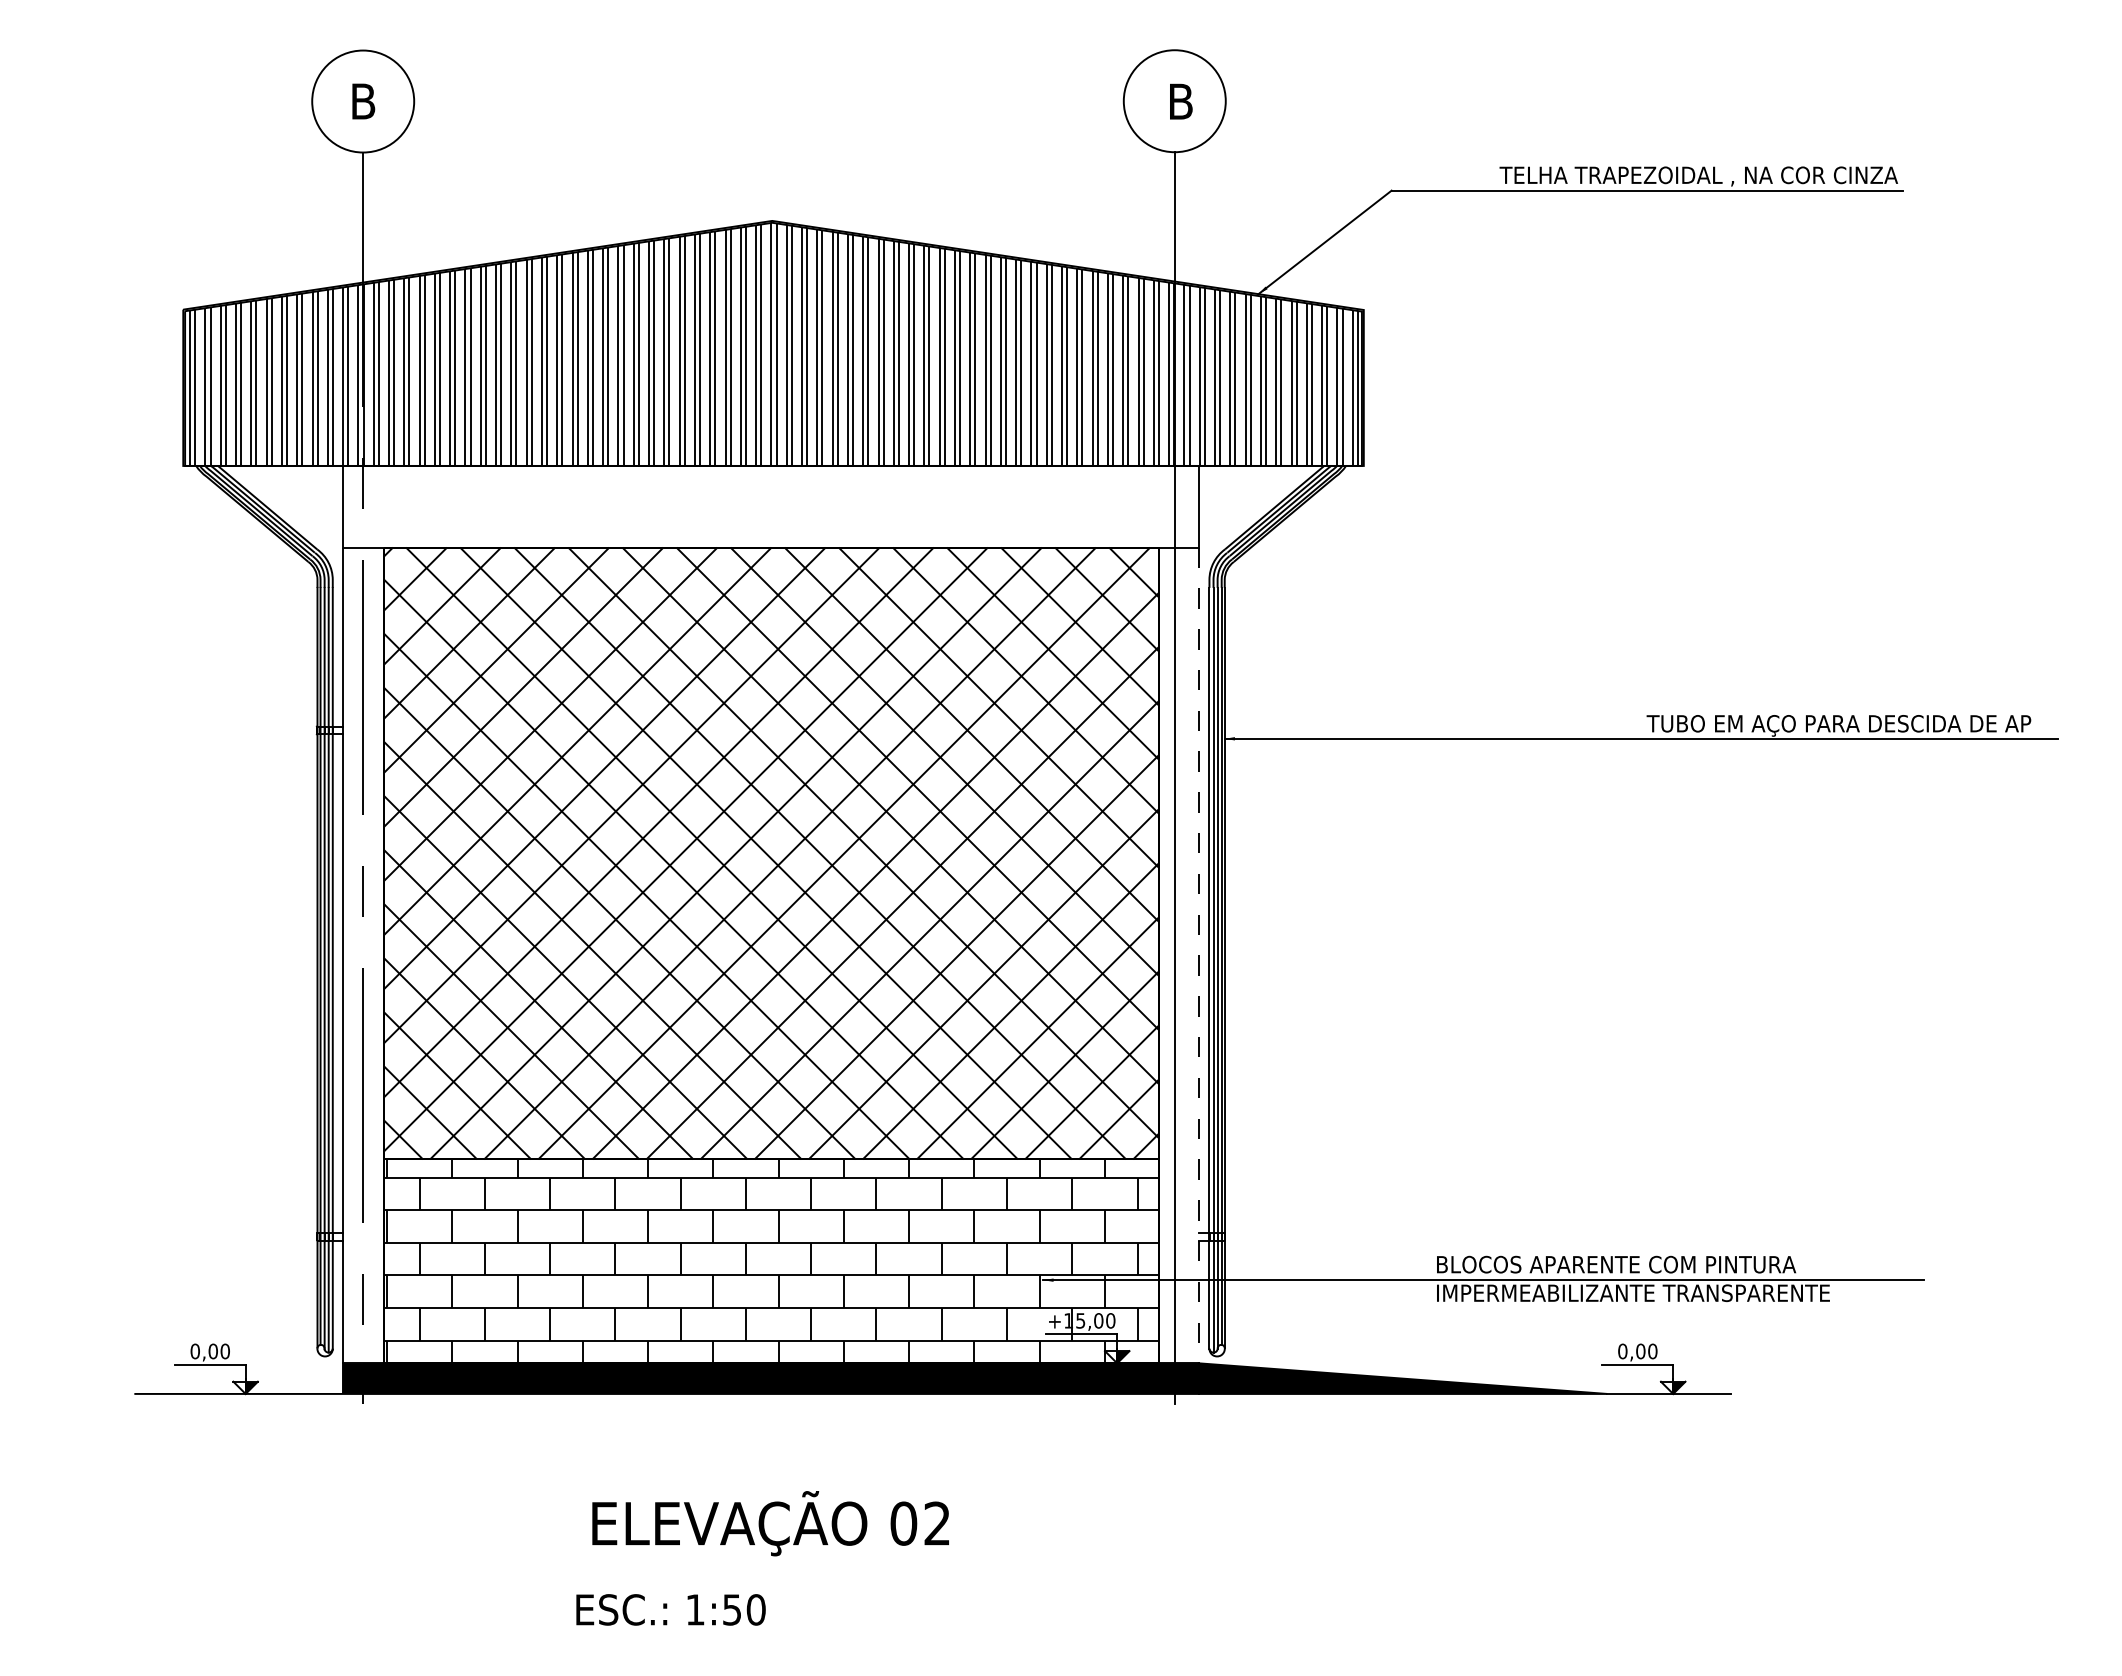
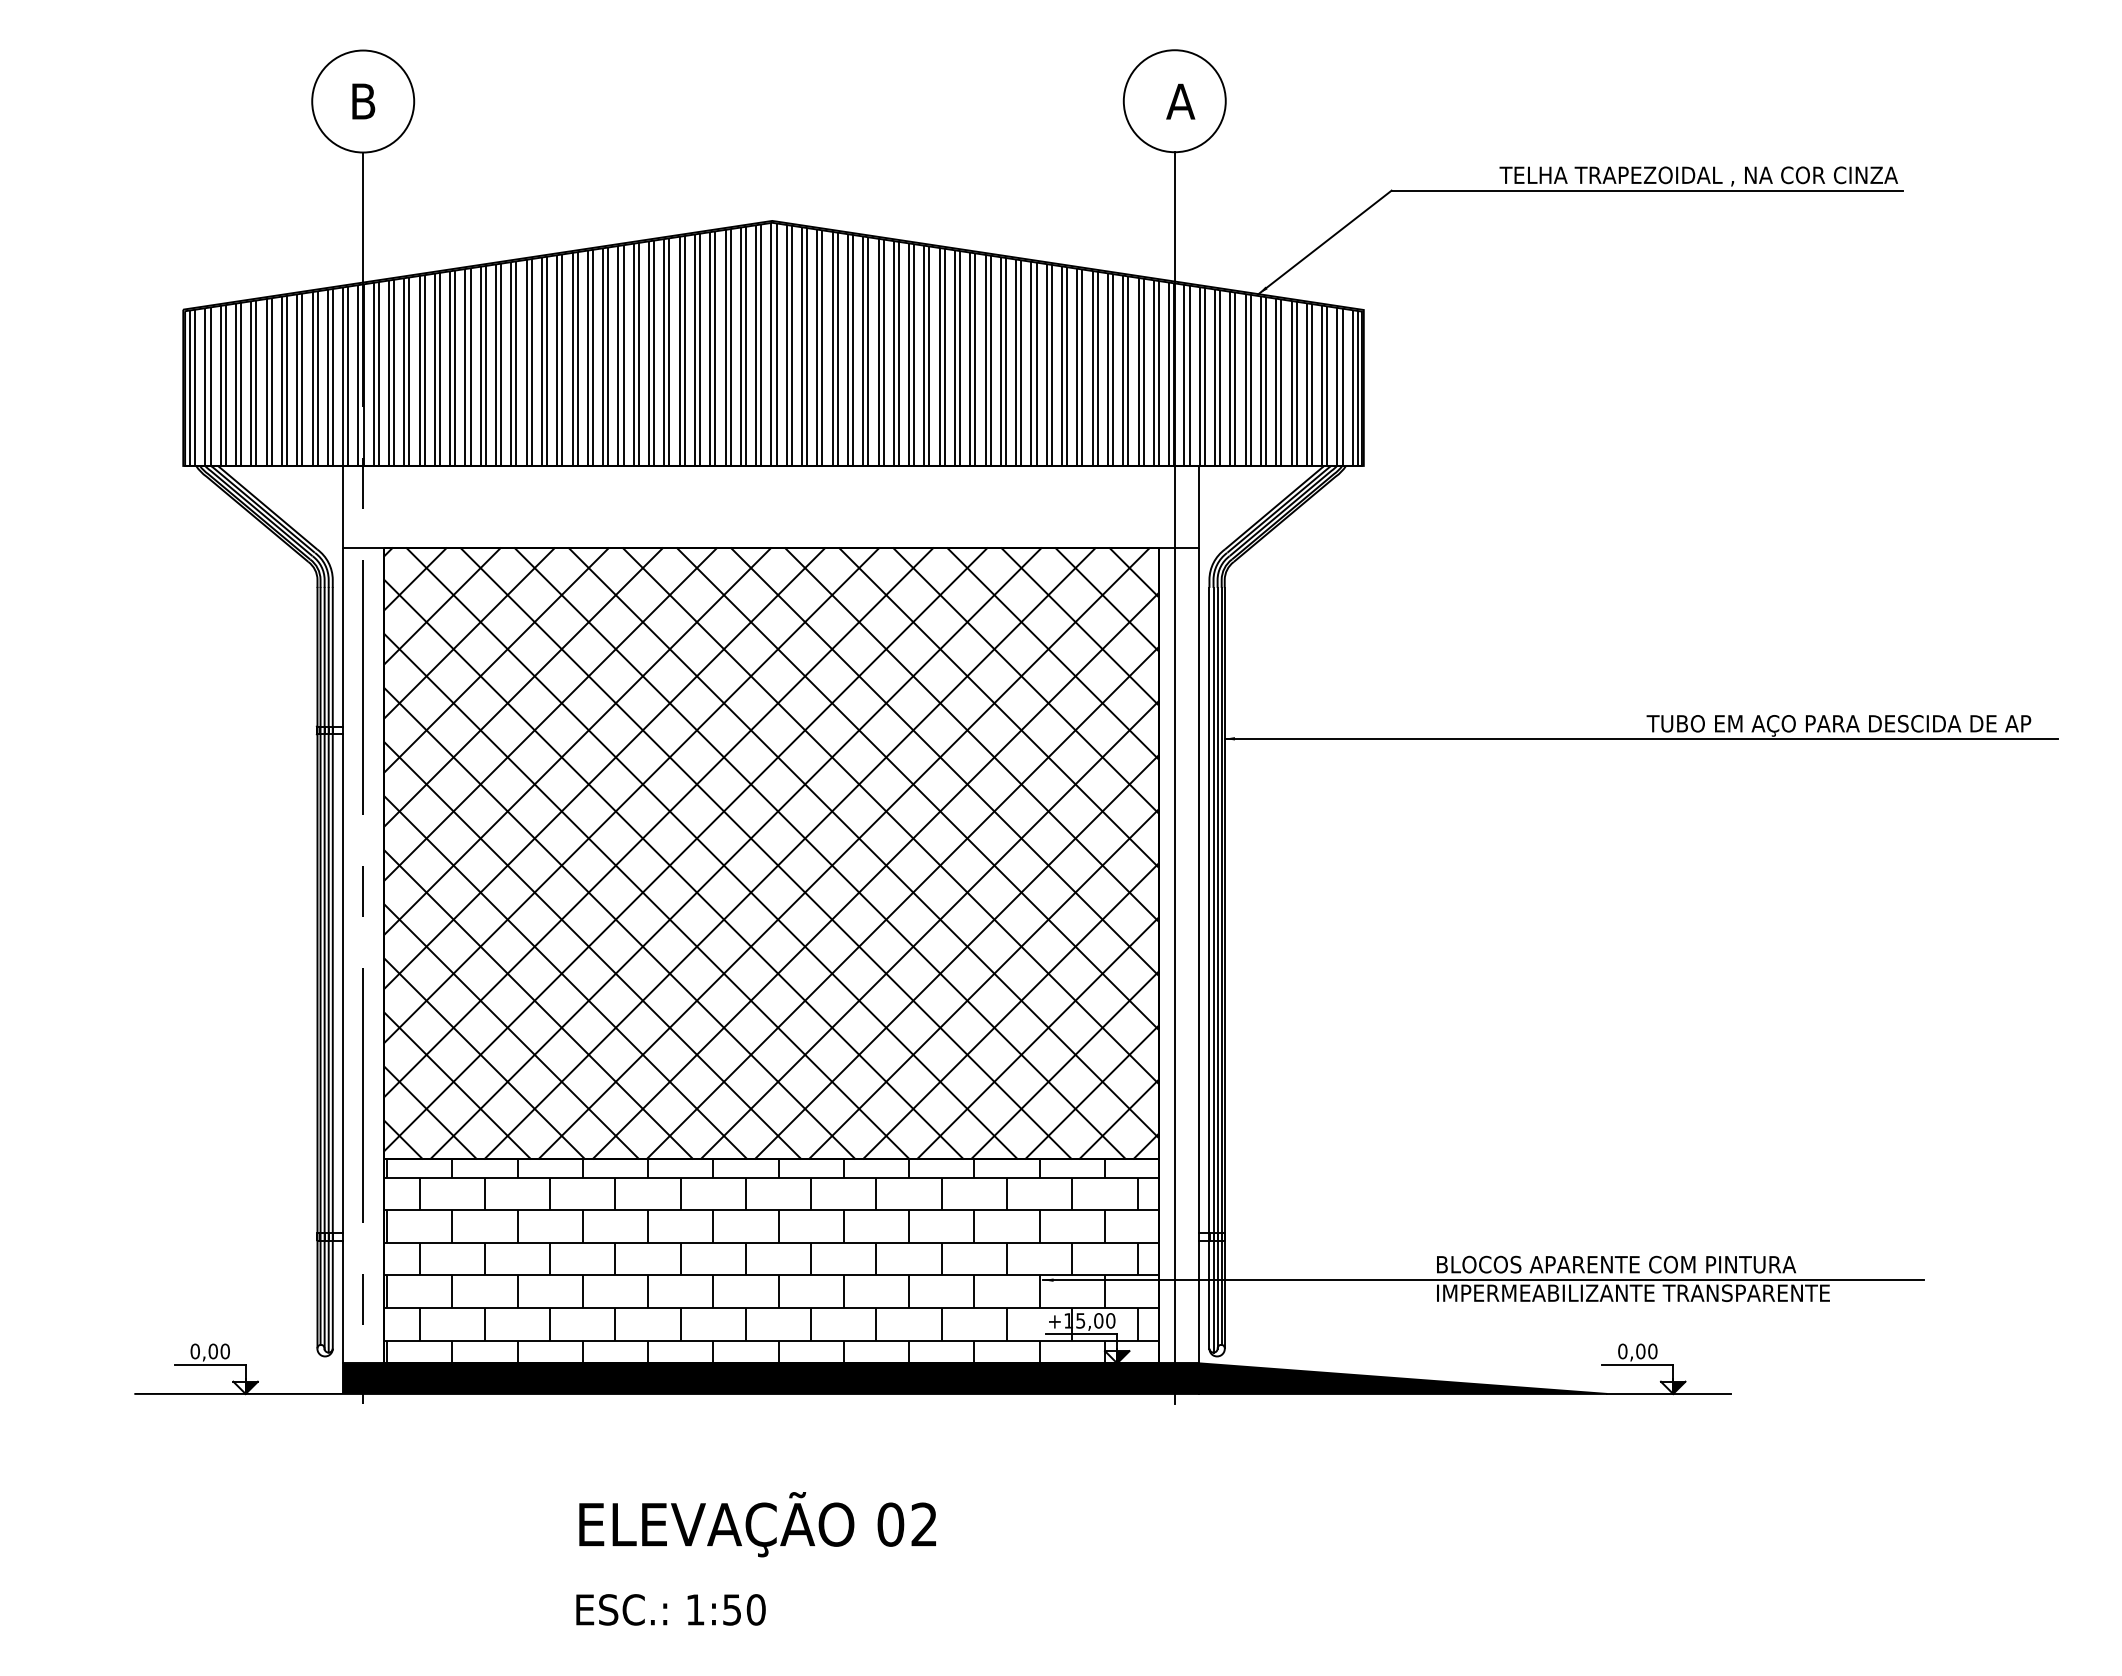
text at (1180, 101): B -> A
line at (1199, 955): dashed -> solid
text at (770, 1523) position: (770, 1523) -> (757, 1524)
